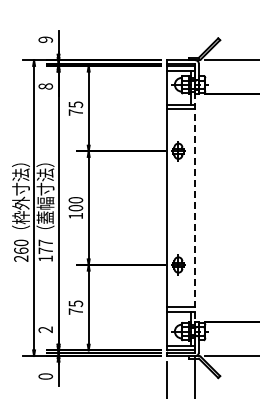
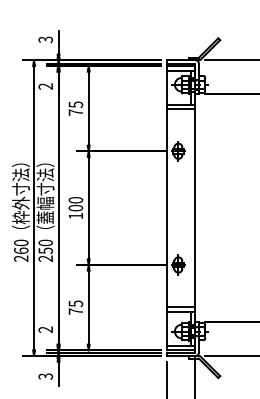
text at (45, 39): 9 -> 3
text at (45, 86): 8 -> 2
line at (195, 208): dashed -> solid
text at (45, 250): 177 -> 250
text at (45, 376): 0 -> 3
